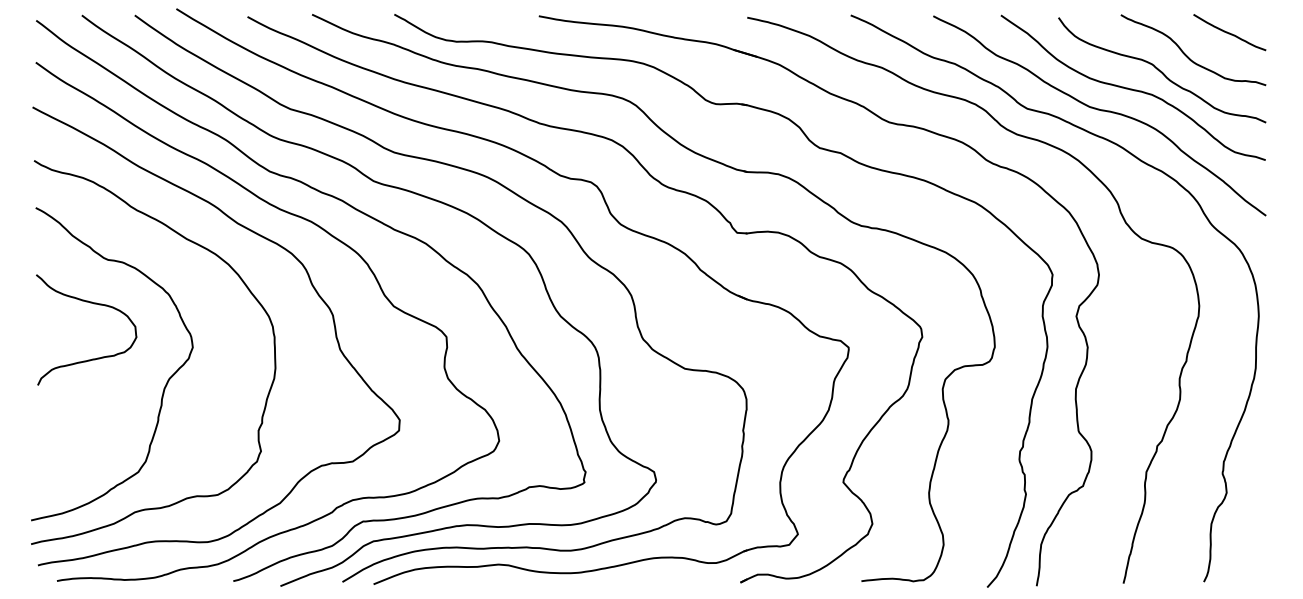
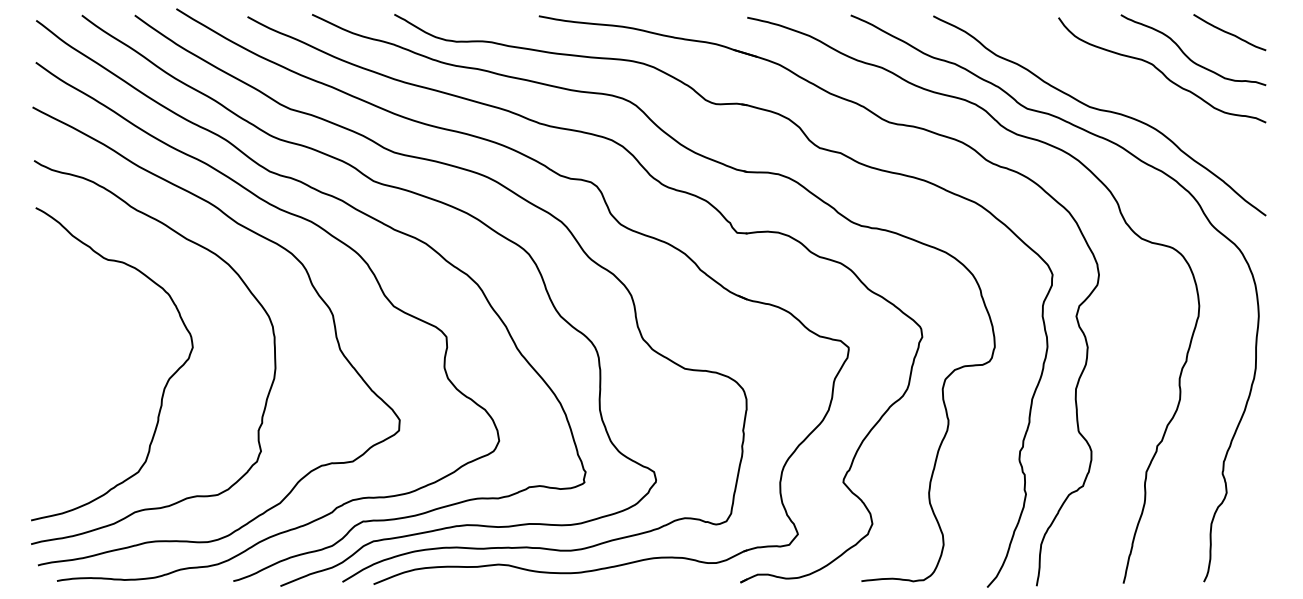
curve at (1132, 88): present -> none
curve at (94, 304): present -> none
